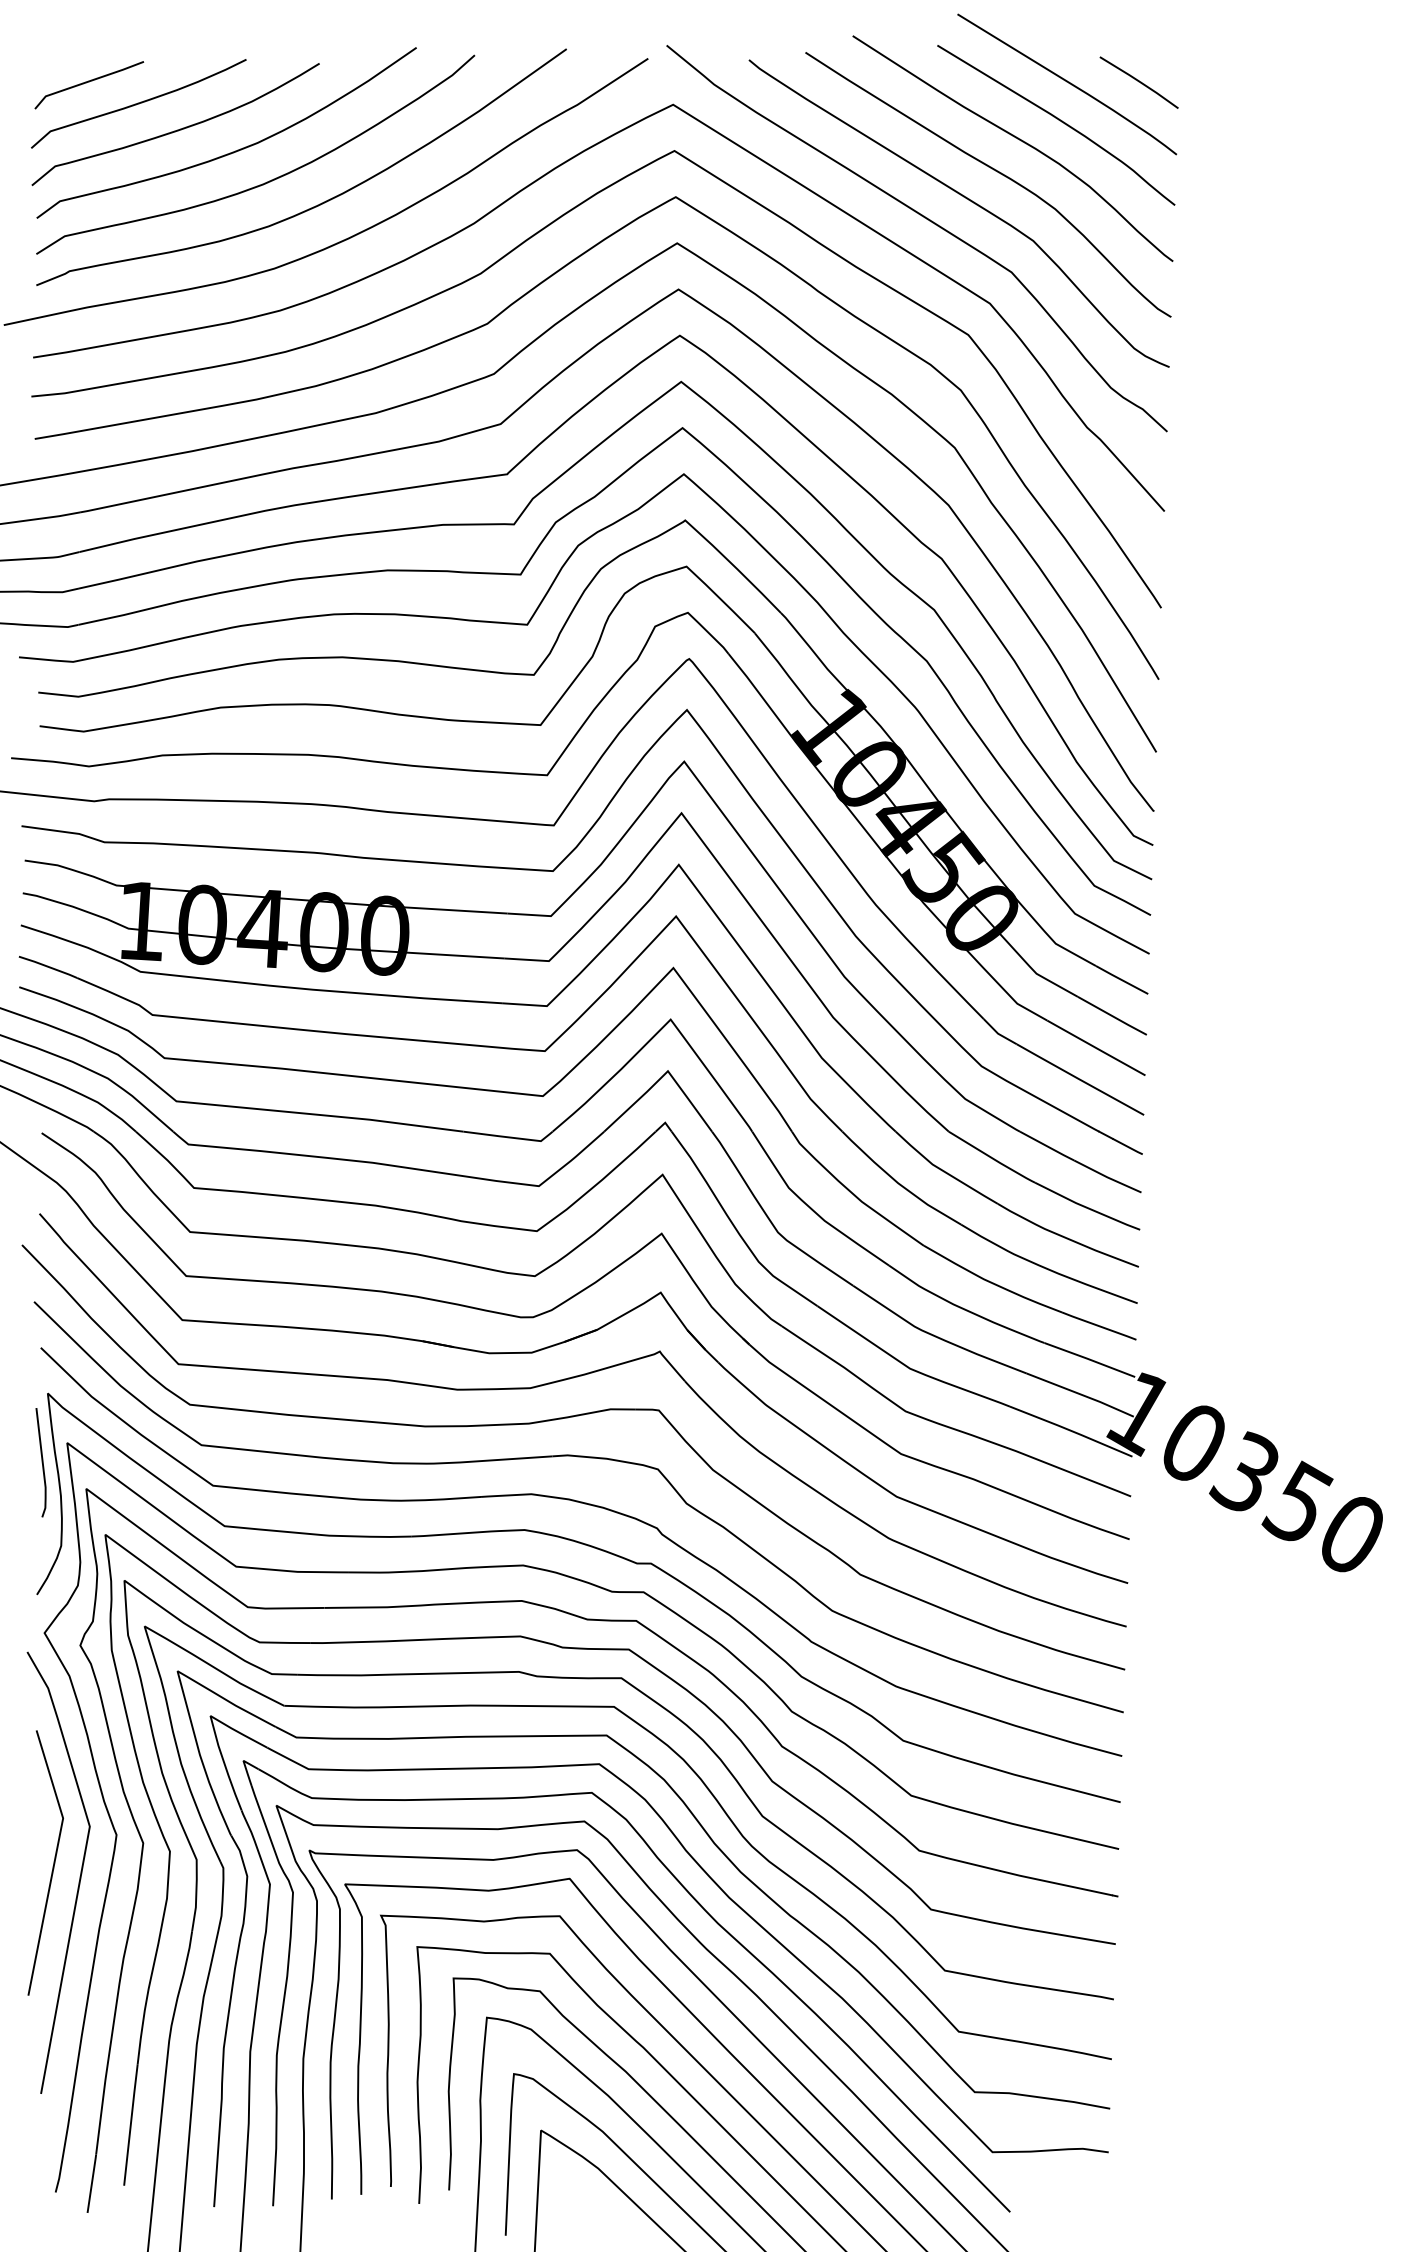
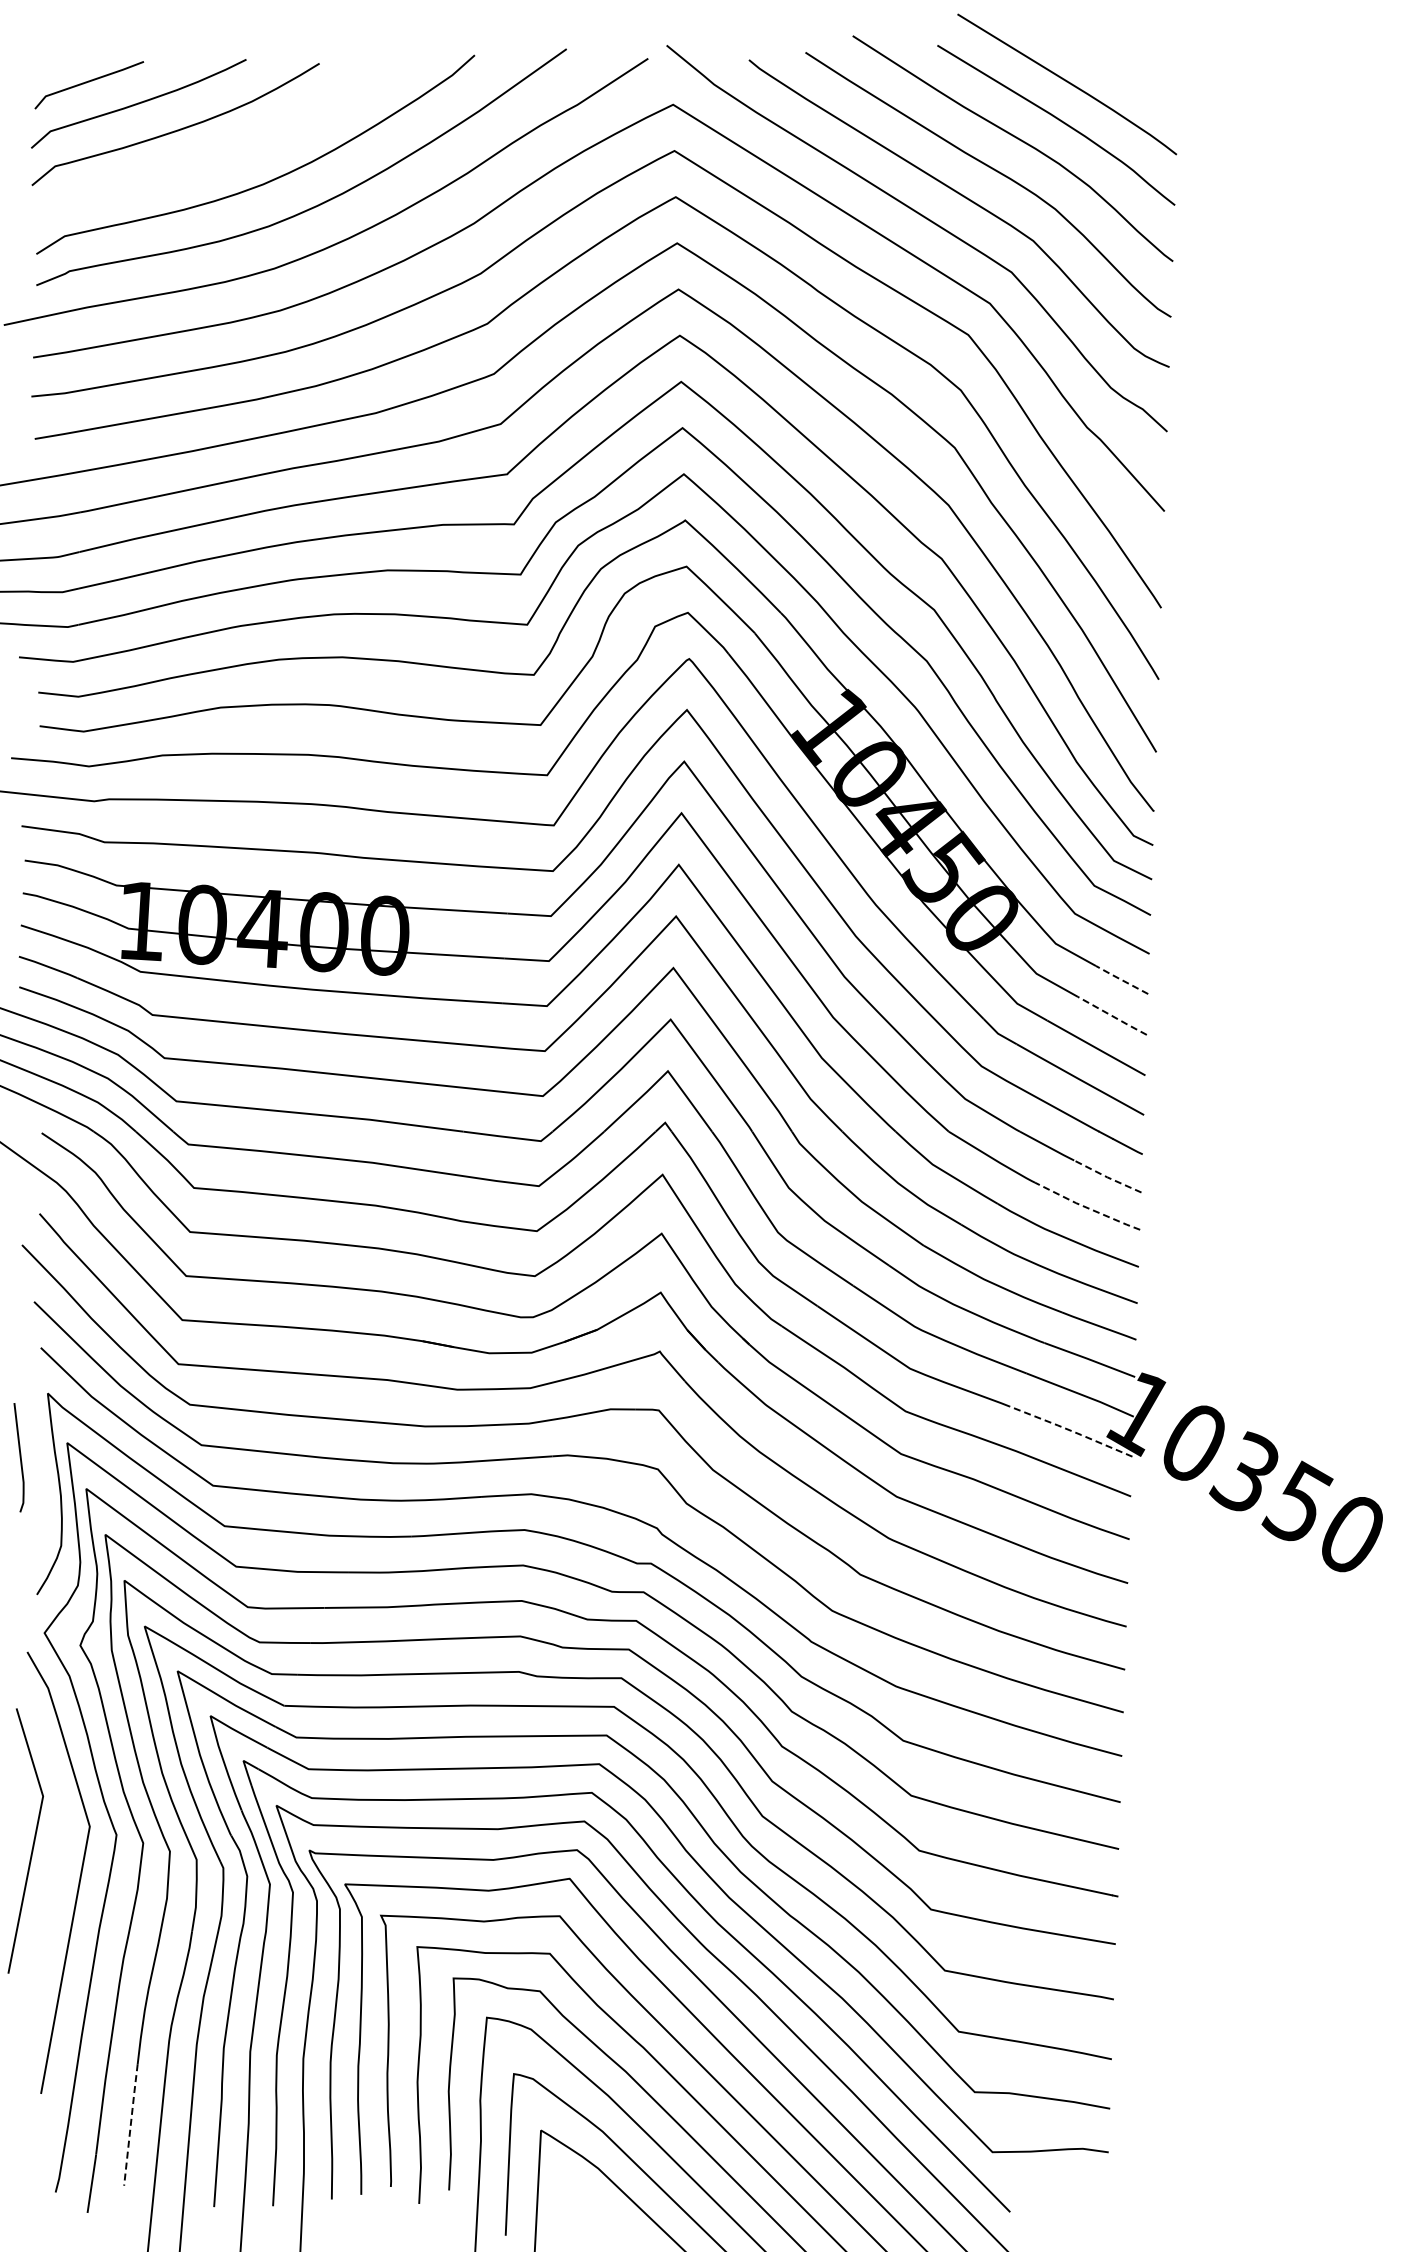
line at (1138, 82): present -> none
curve at (232, 151): present -> none
line at (1121, 979): solid -> dashed
line at (1112, 1016): solid -> dashed
line at (1107, 1177): solid -> dashed
line at (1087, 1207): solid -> dashed
line at (1071, 1430): solid -> dashed
line at (41, 1462) position: (41, 1462) -> (19, 1457)
line at (53, 1862) position: (53, 1862) -> (33, 1840)
line at (130, 2124): solid -> dashed
